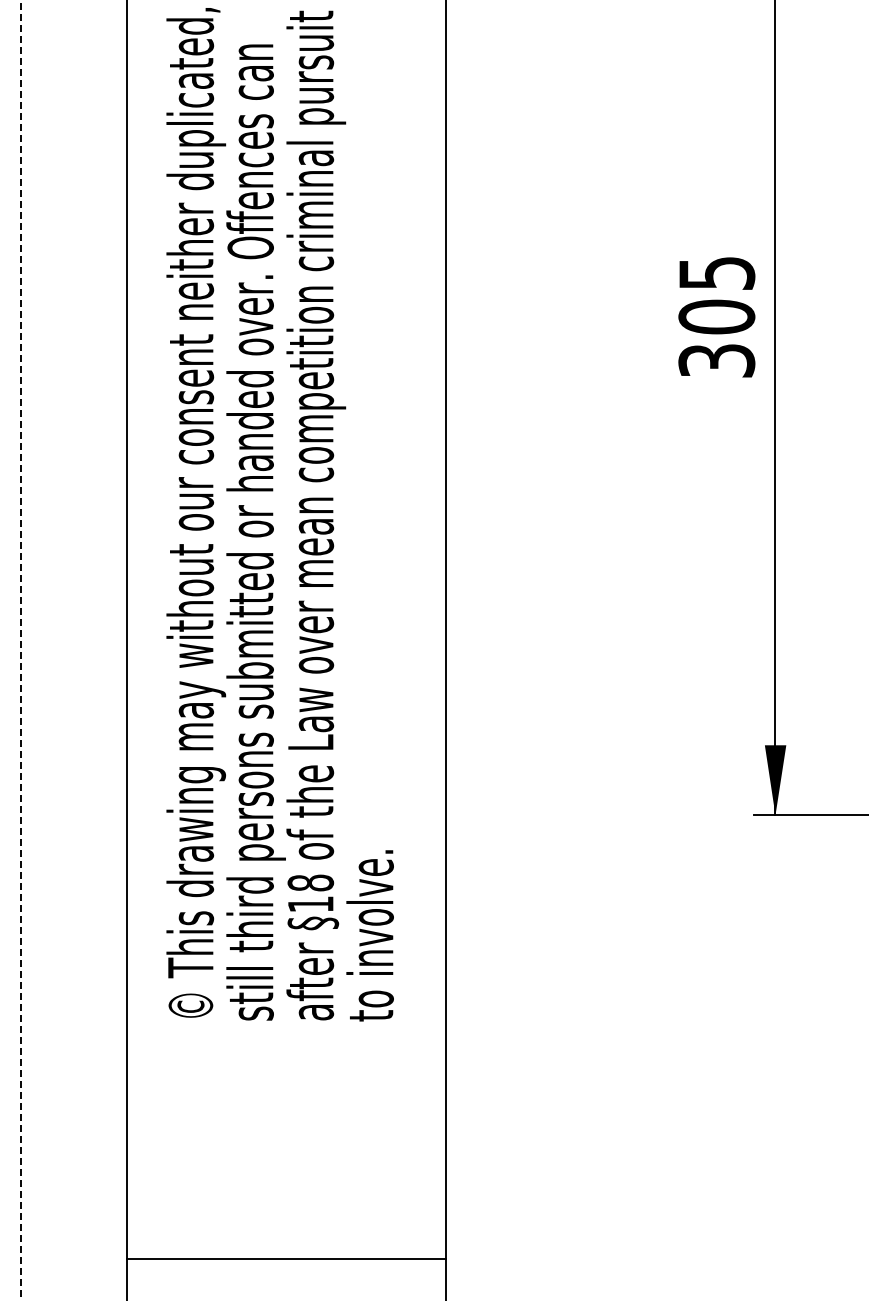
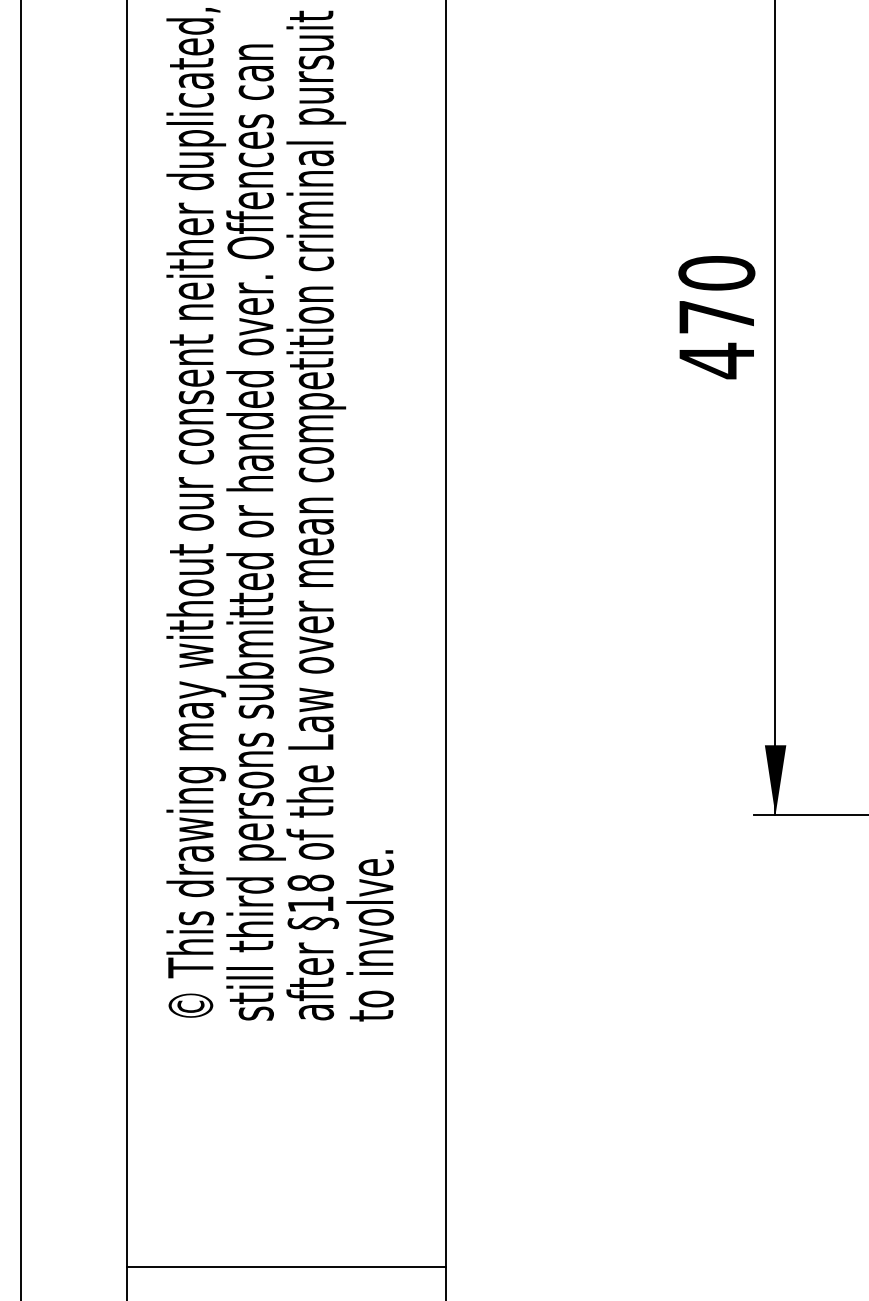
text at (716, 317): 305 -> 470
line at (21, 650): dashed -> solid
line at (286, 1258) position: (286, 1258) -> (286, 1266)
